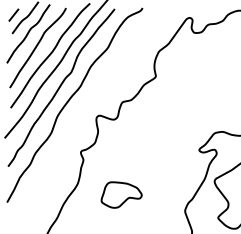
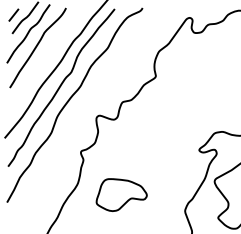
curve at (50, 55): present -> none
part at (121, 194) size: 43x28 px -> 53x34 px
